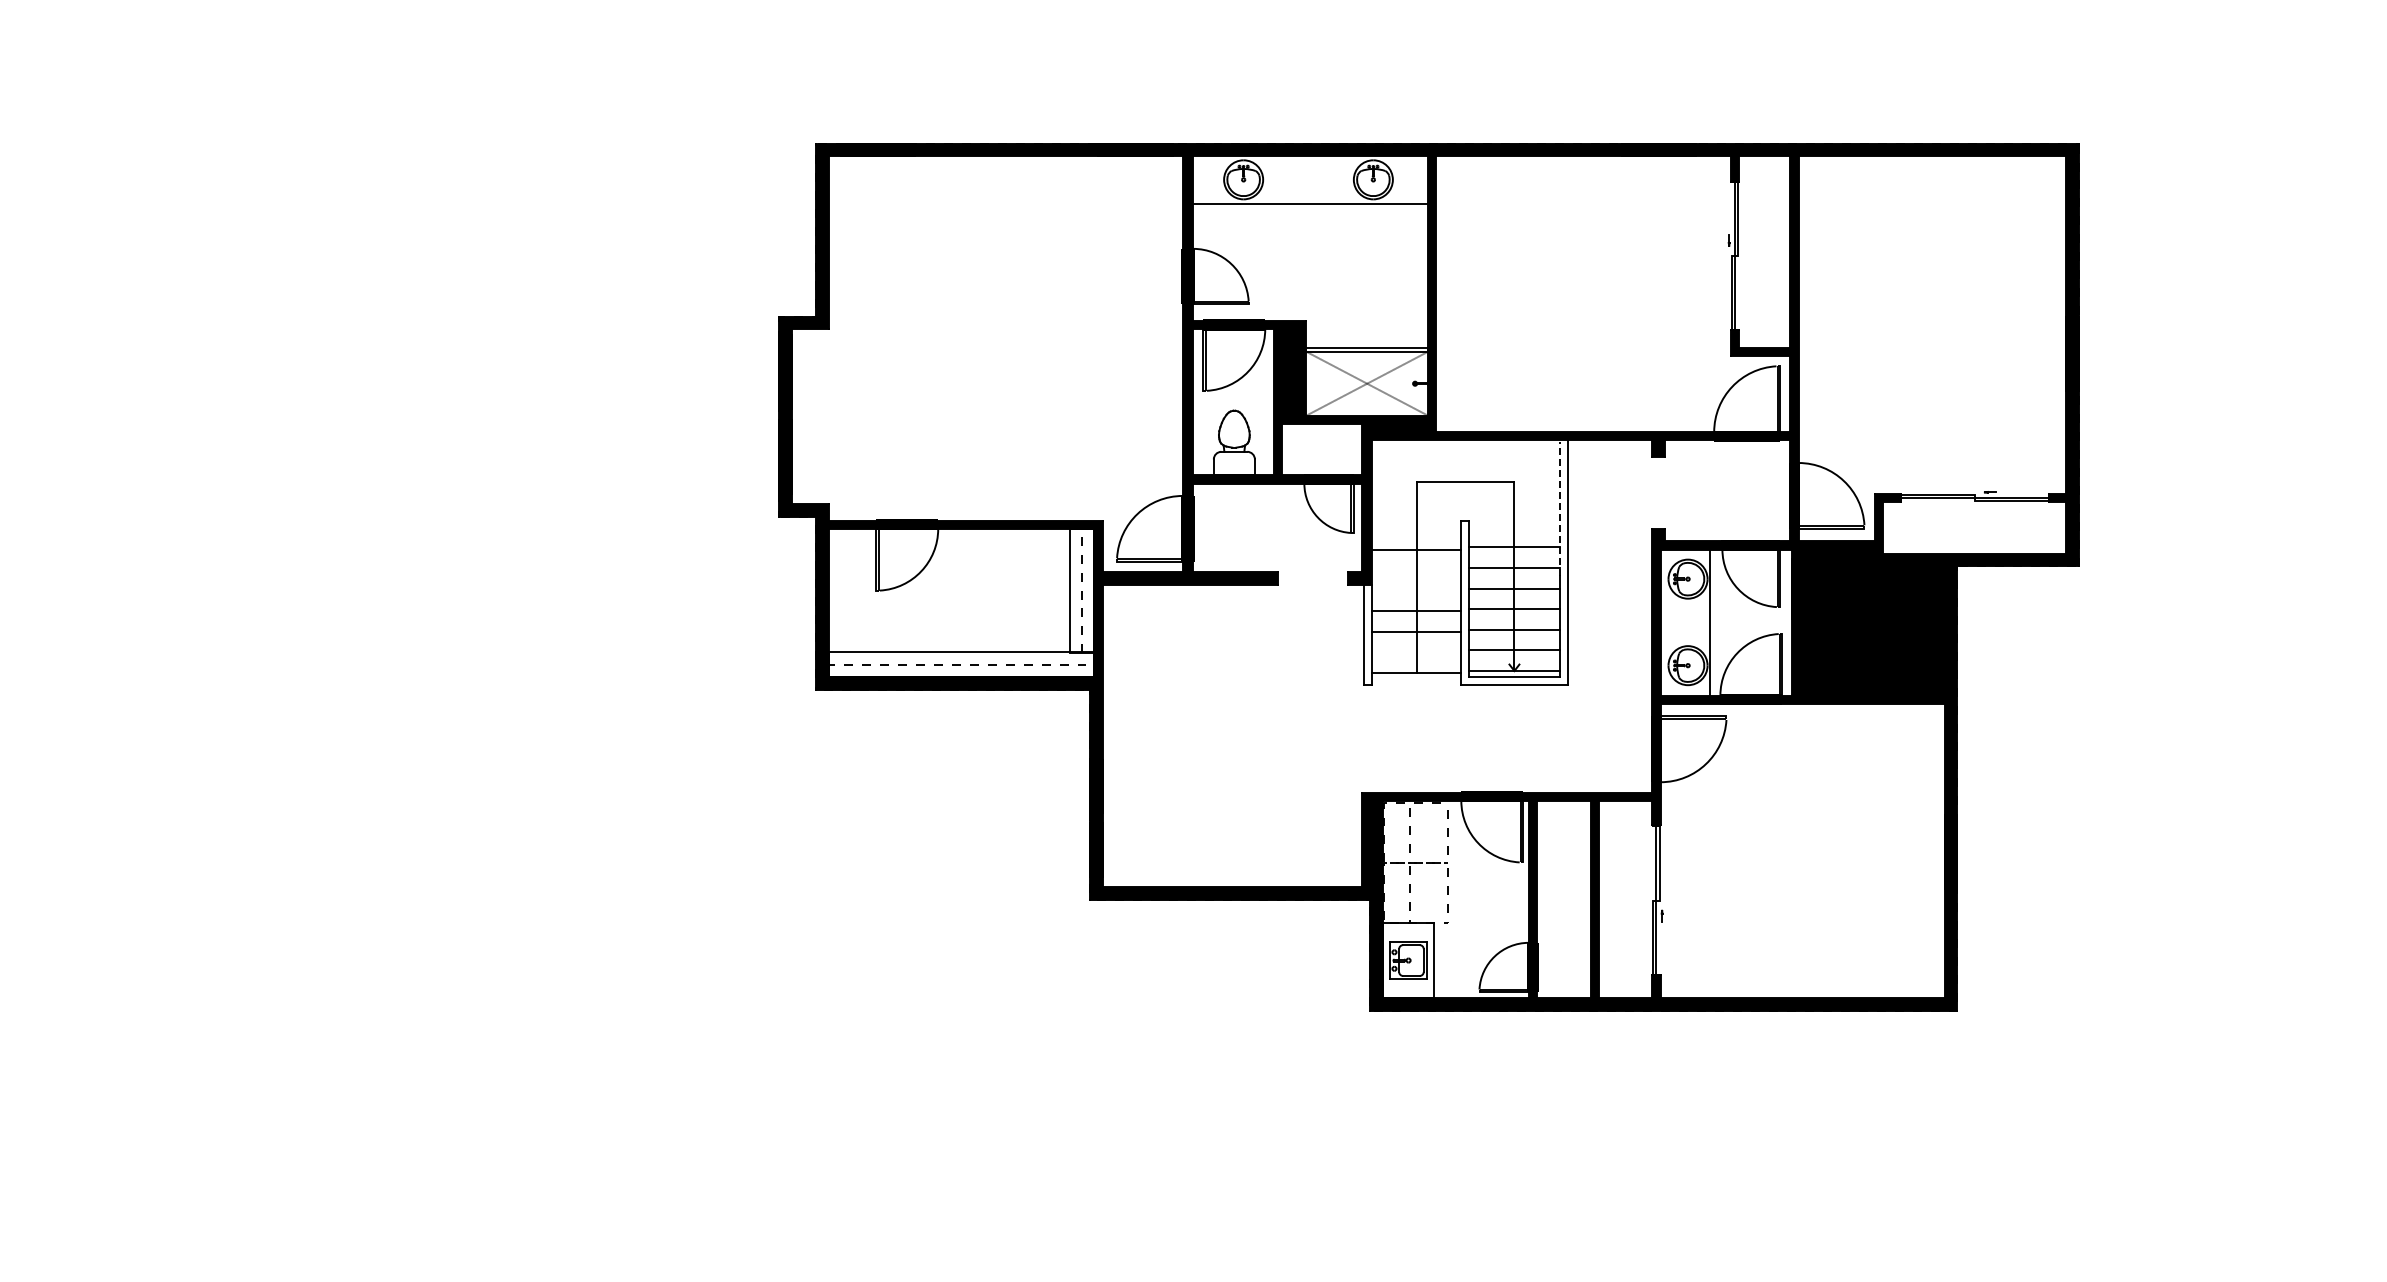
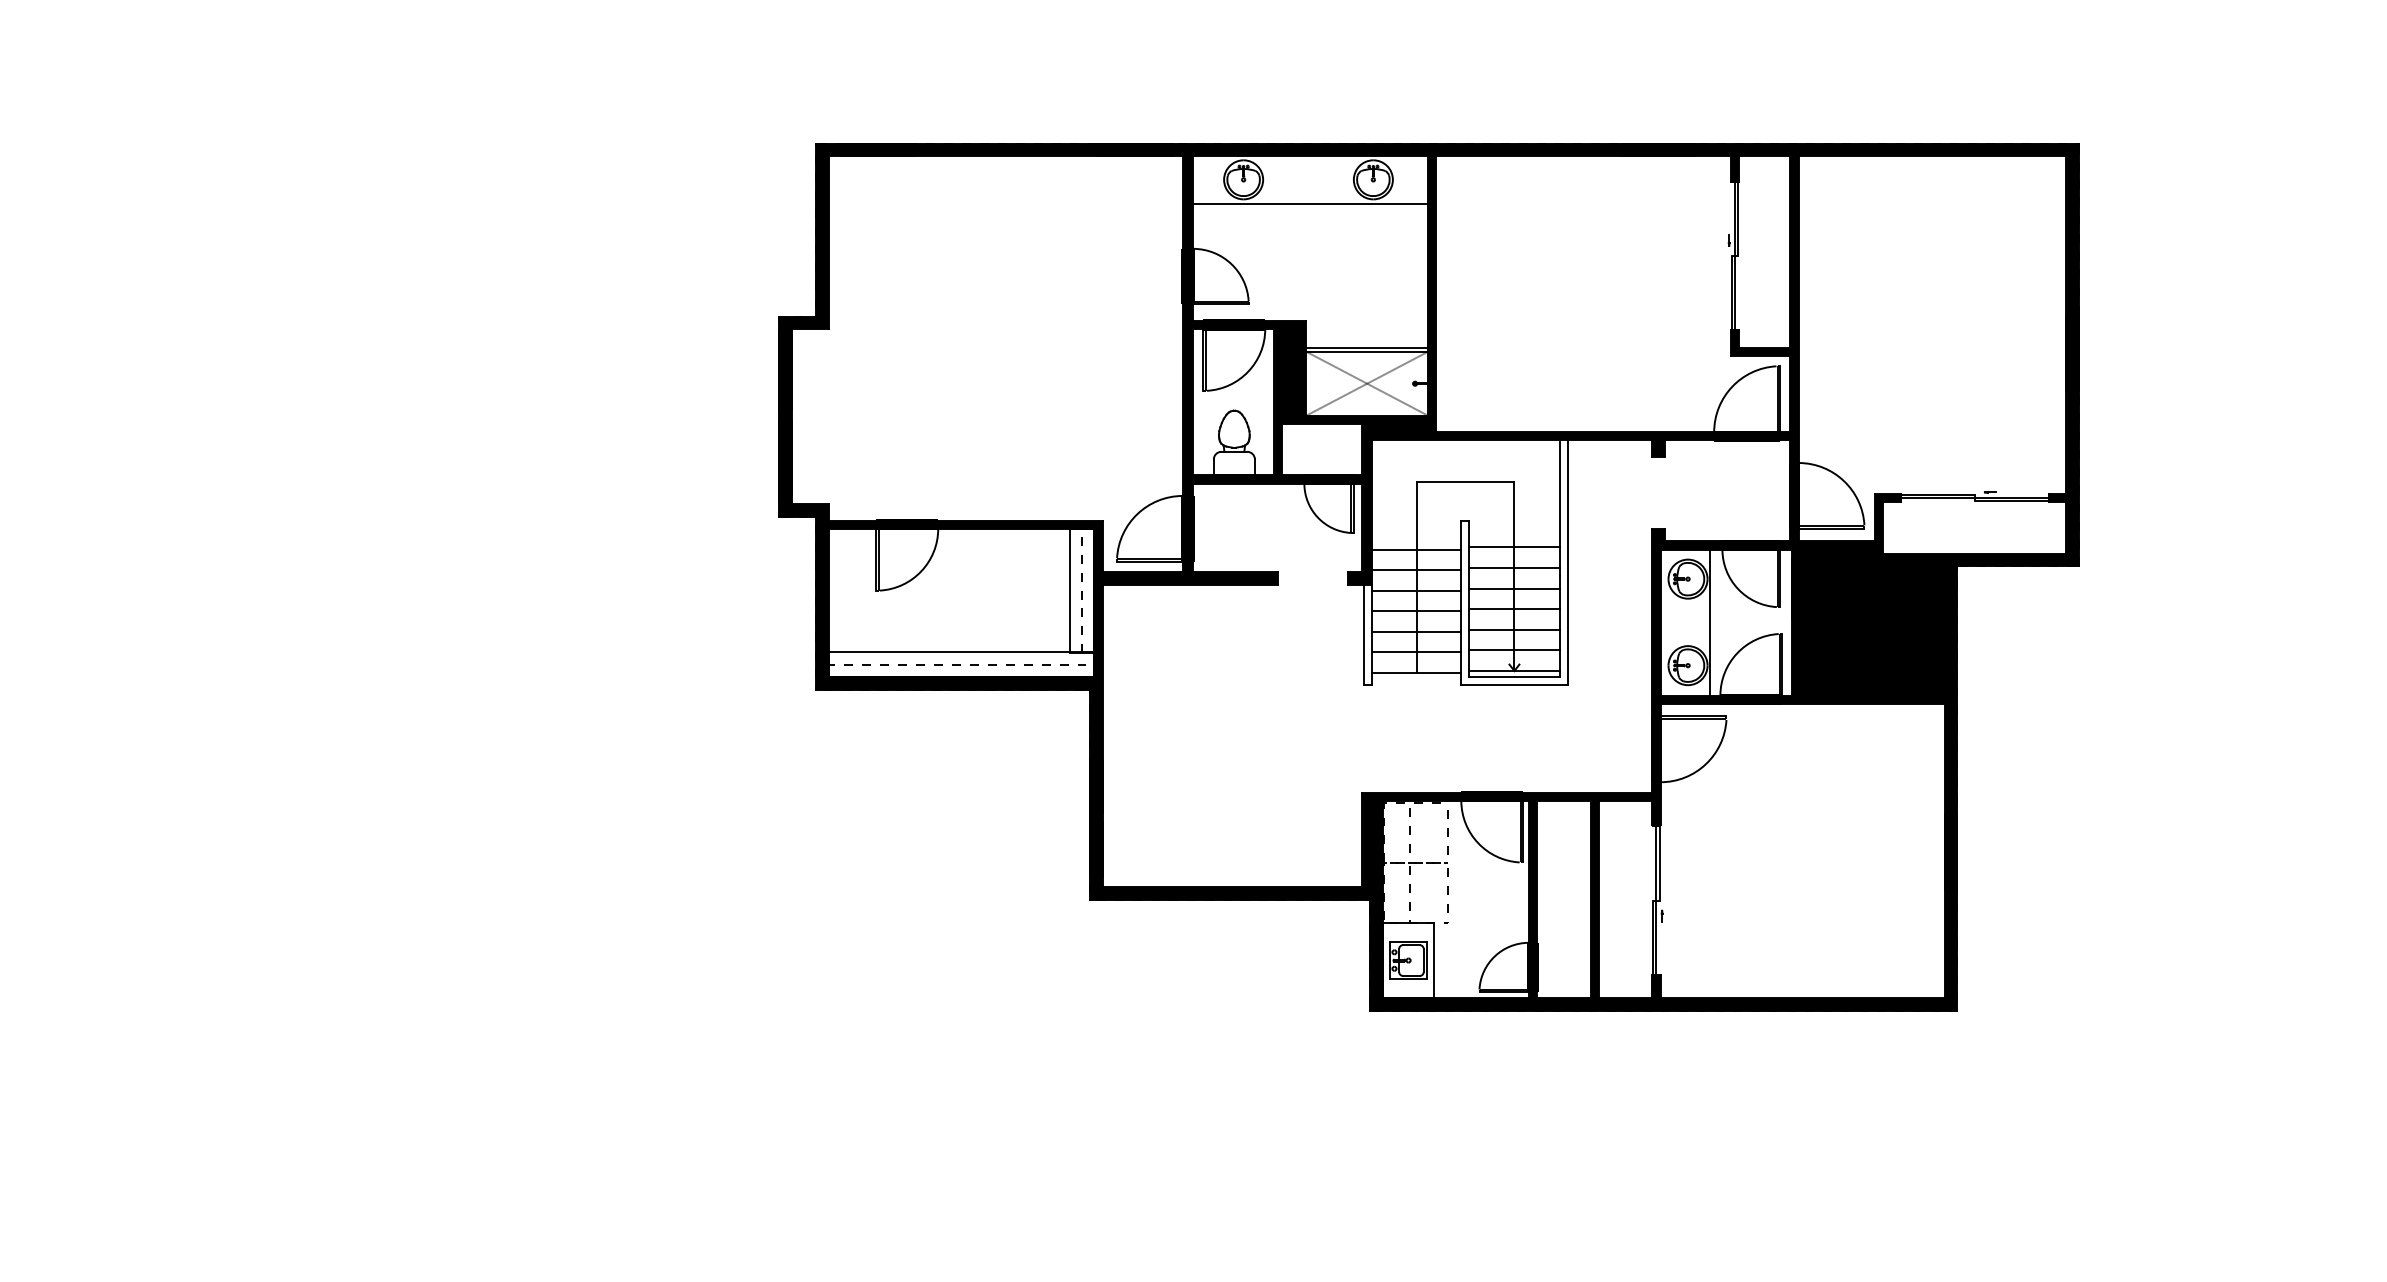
line at (1559, 509): dashed -> solid
line at (1416, 570): none -> present
line at (1416, 590): none -> present
line at (1416, 652): none -> present
